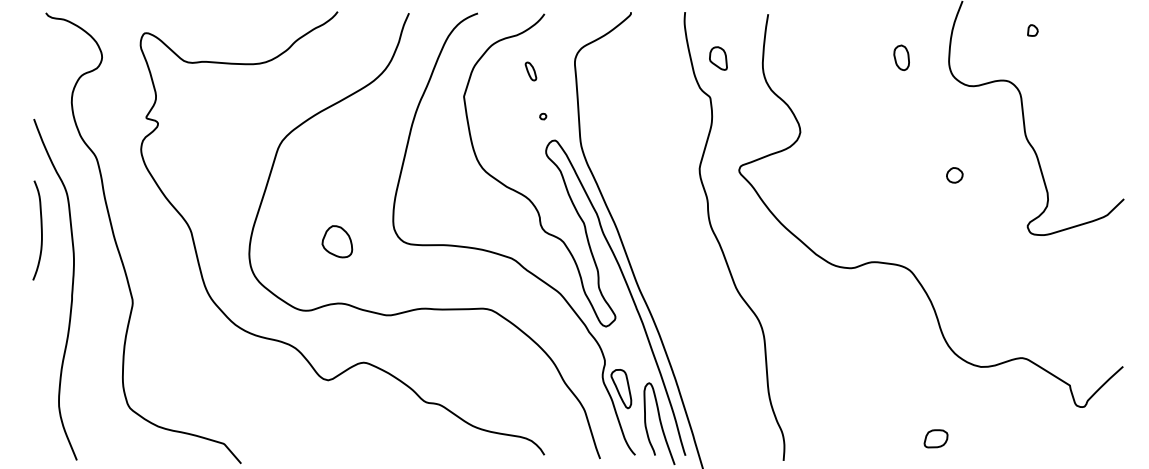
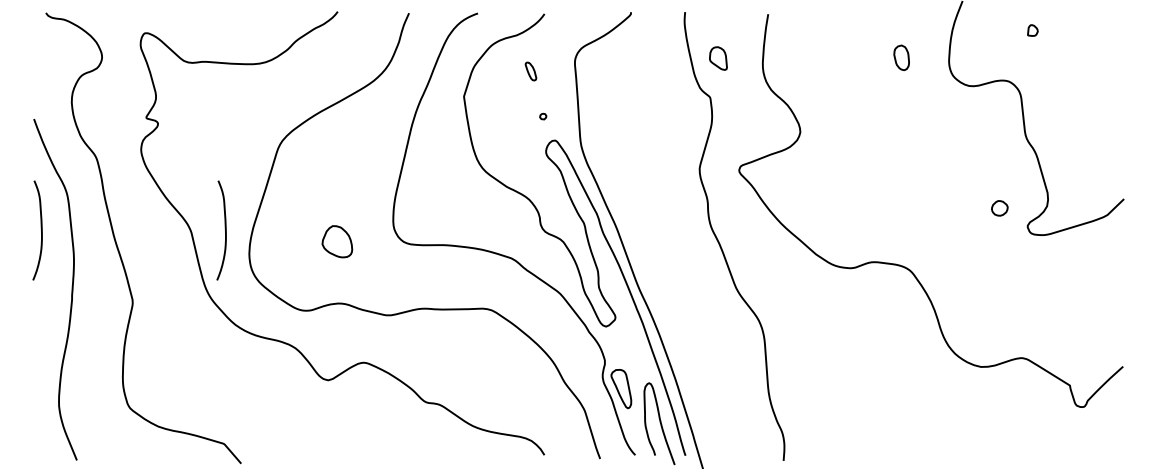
part at (954, 175) position: (954, 175) -> (999, 208)
curve at (224, 228): none -> present
part at (935, 438): present -> none
